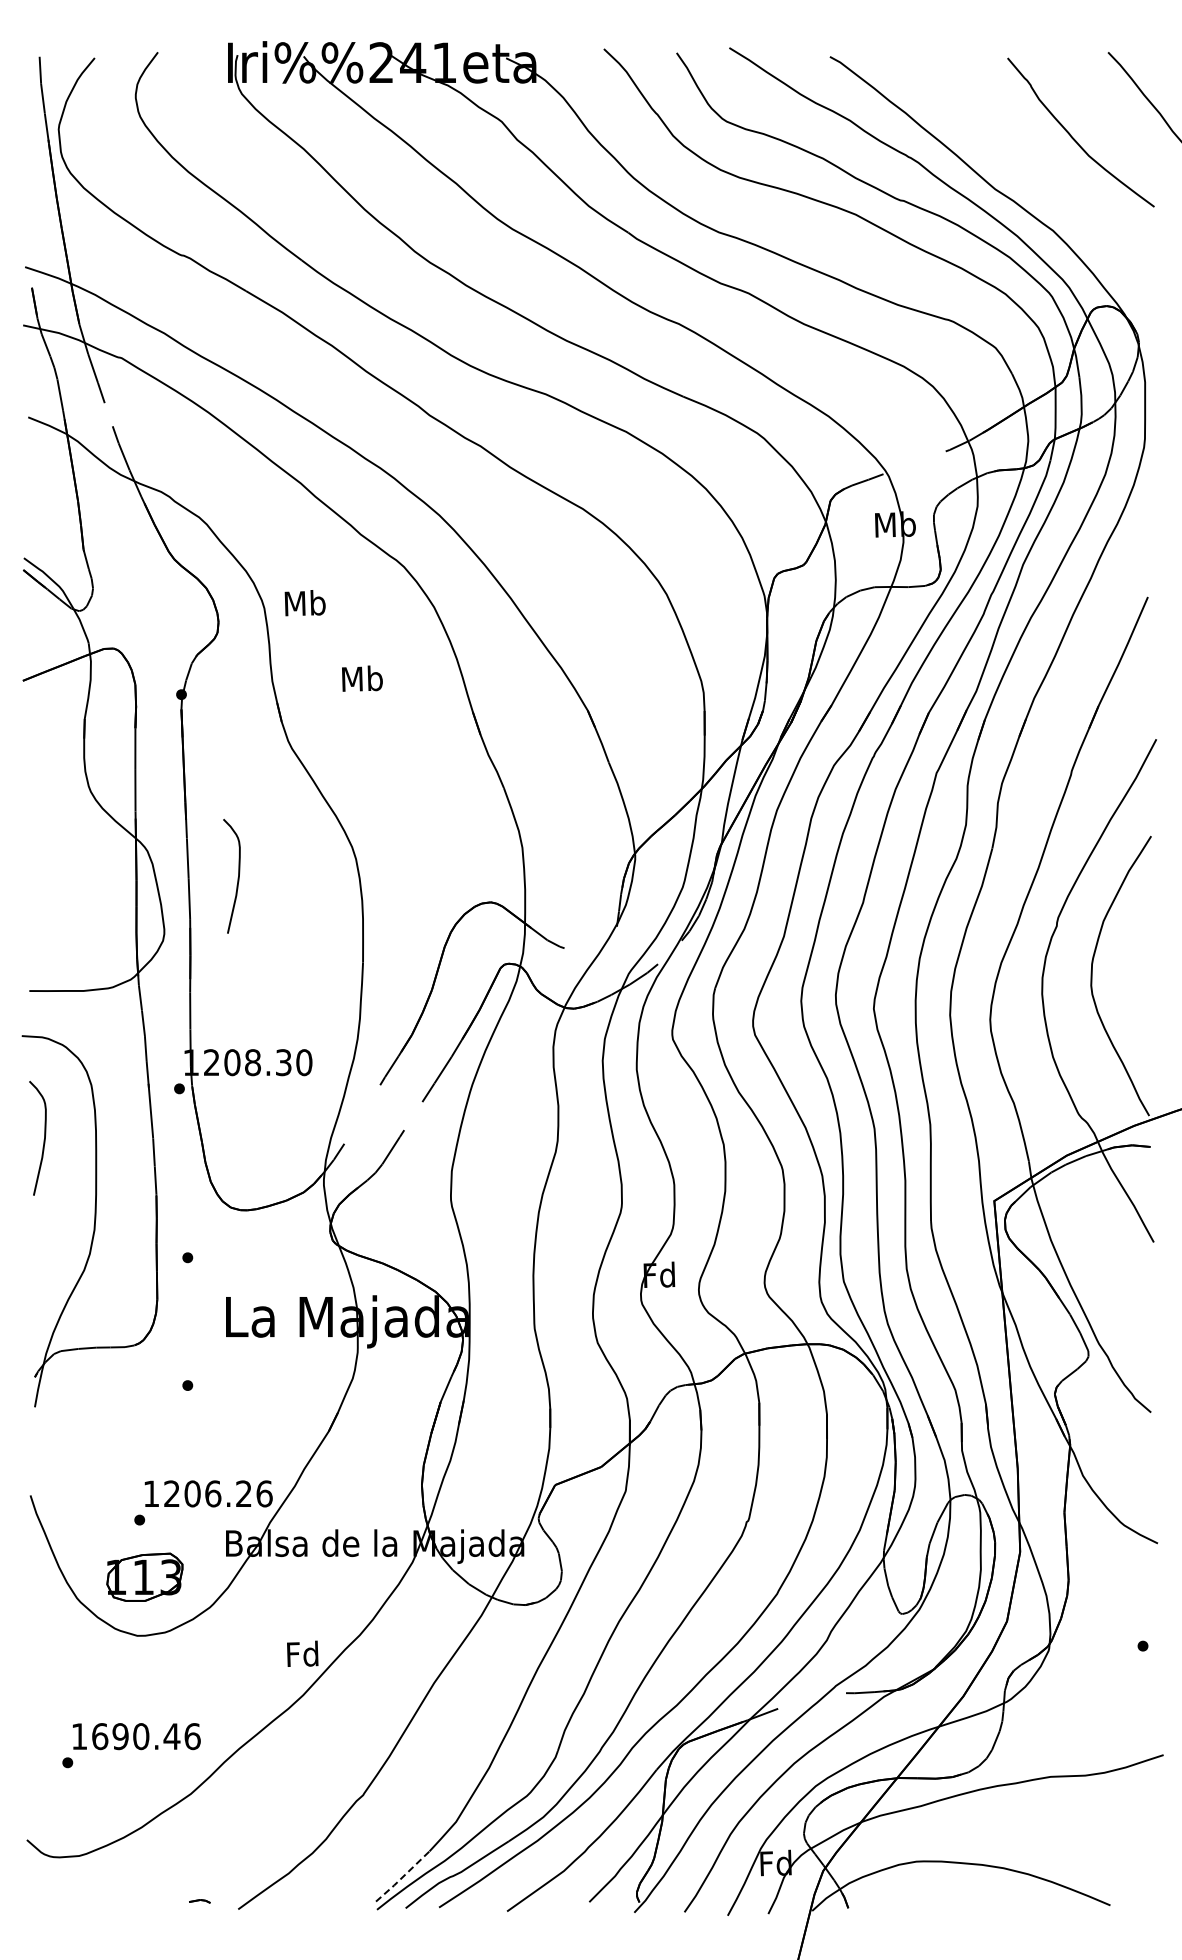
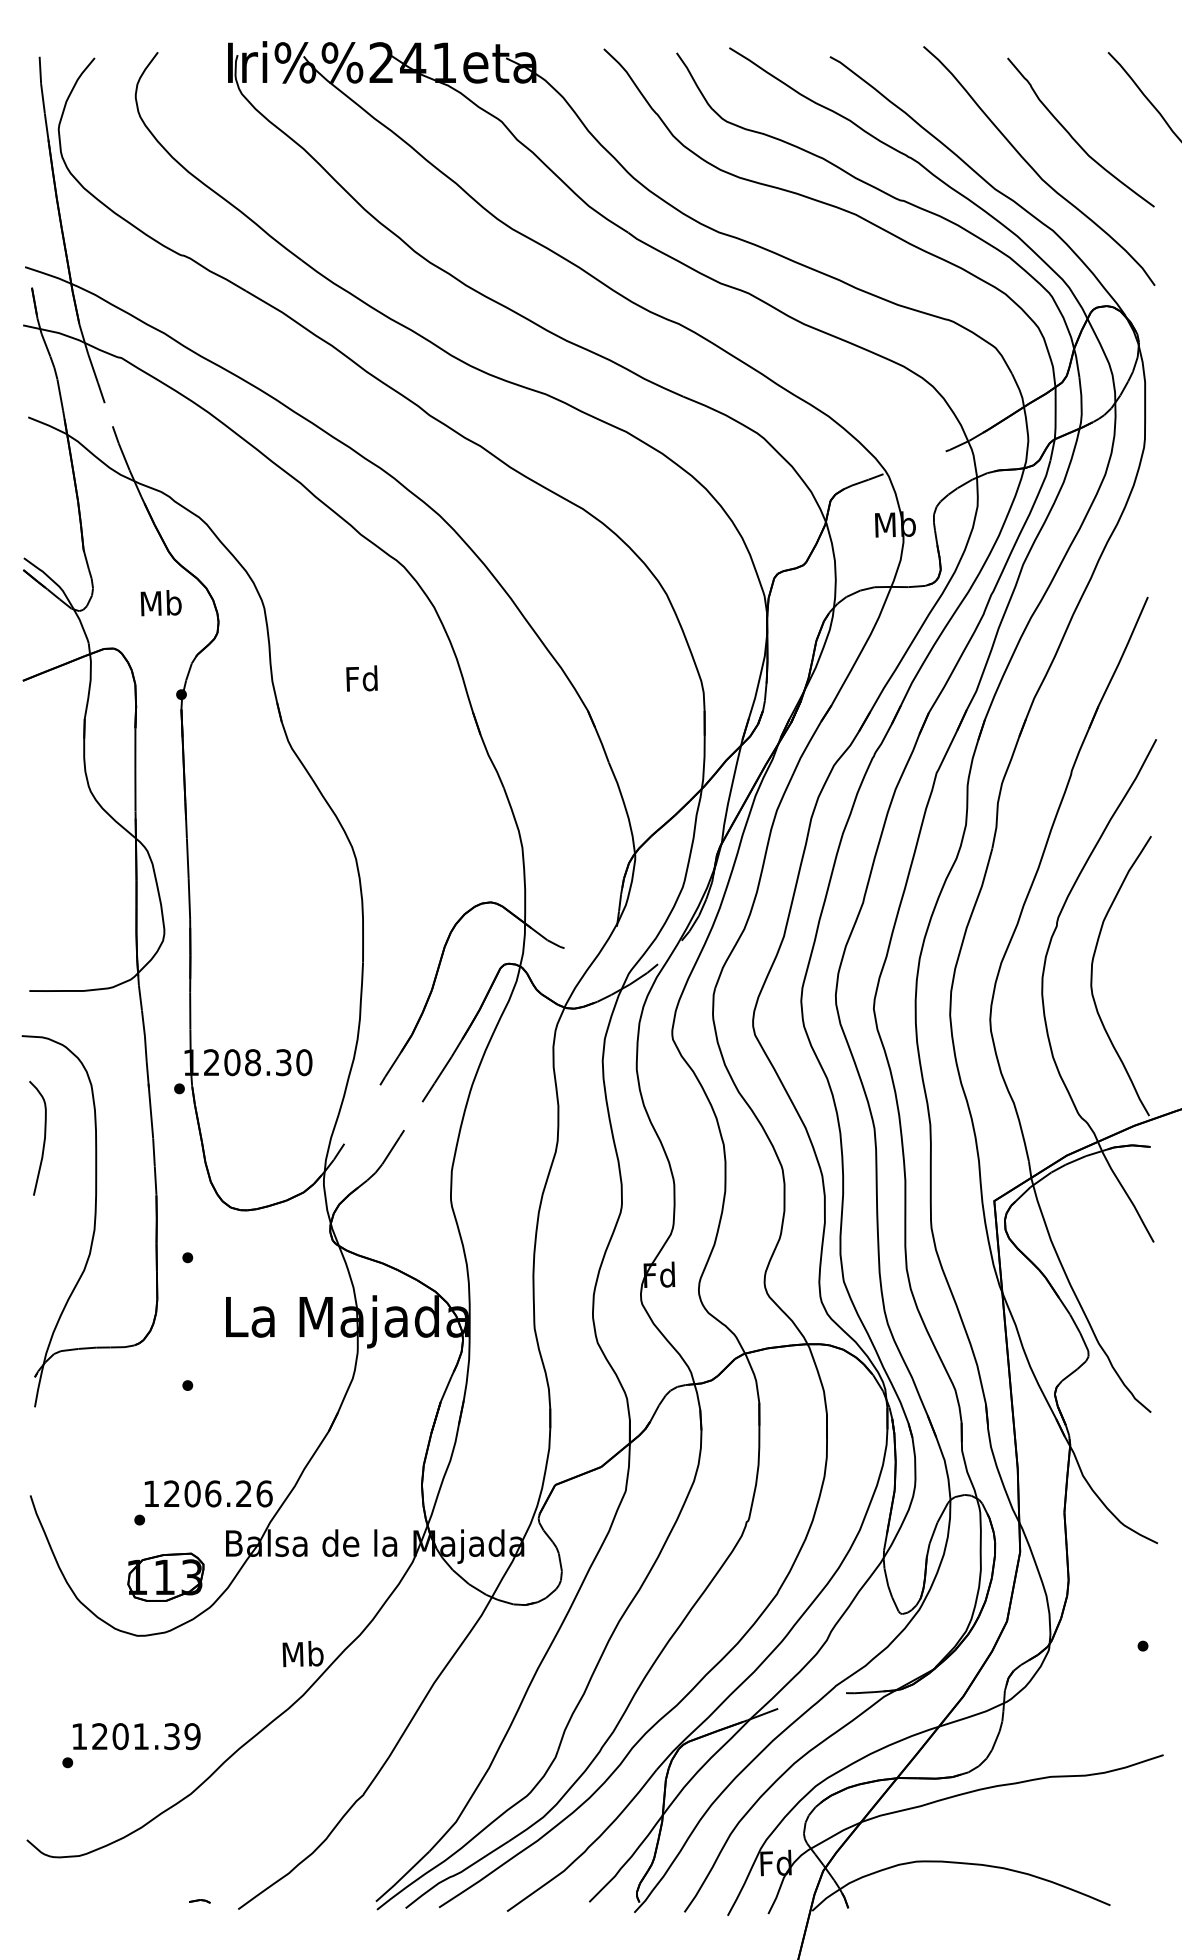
curve at (1034, 169): none -> present
text at (304, 603) position: (304, 603) -> (160, 603)
text at (362, 678): Mb -> Fd
curve at (237, 877): present -> none
part at (144, 1576) position: (144, 1576) -> (165, 1576)
text at (302, 1653): Fd -> Mb
text at (146, 1736): 1690.46 -> 1201.39
line at (402, 1877): dashed -> solid
